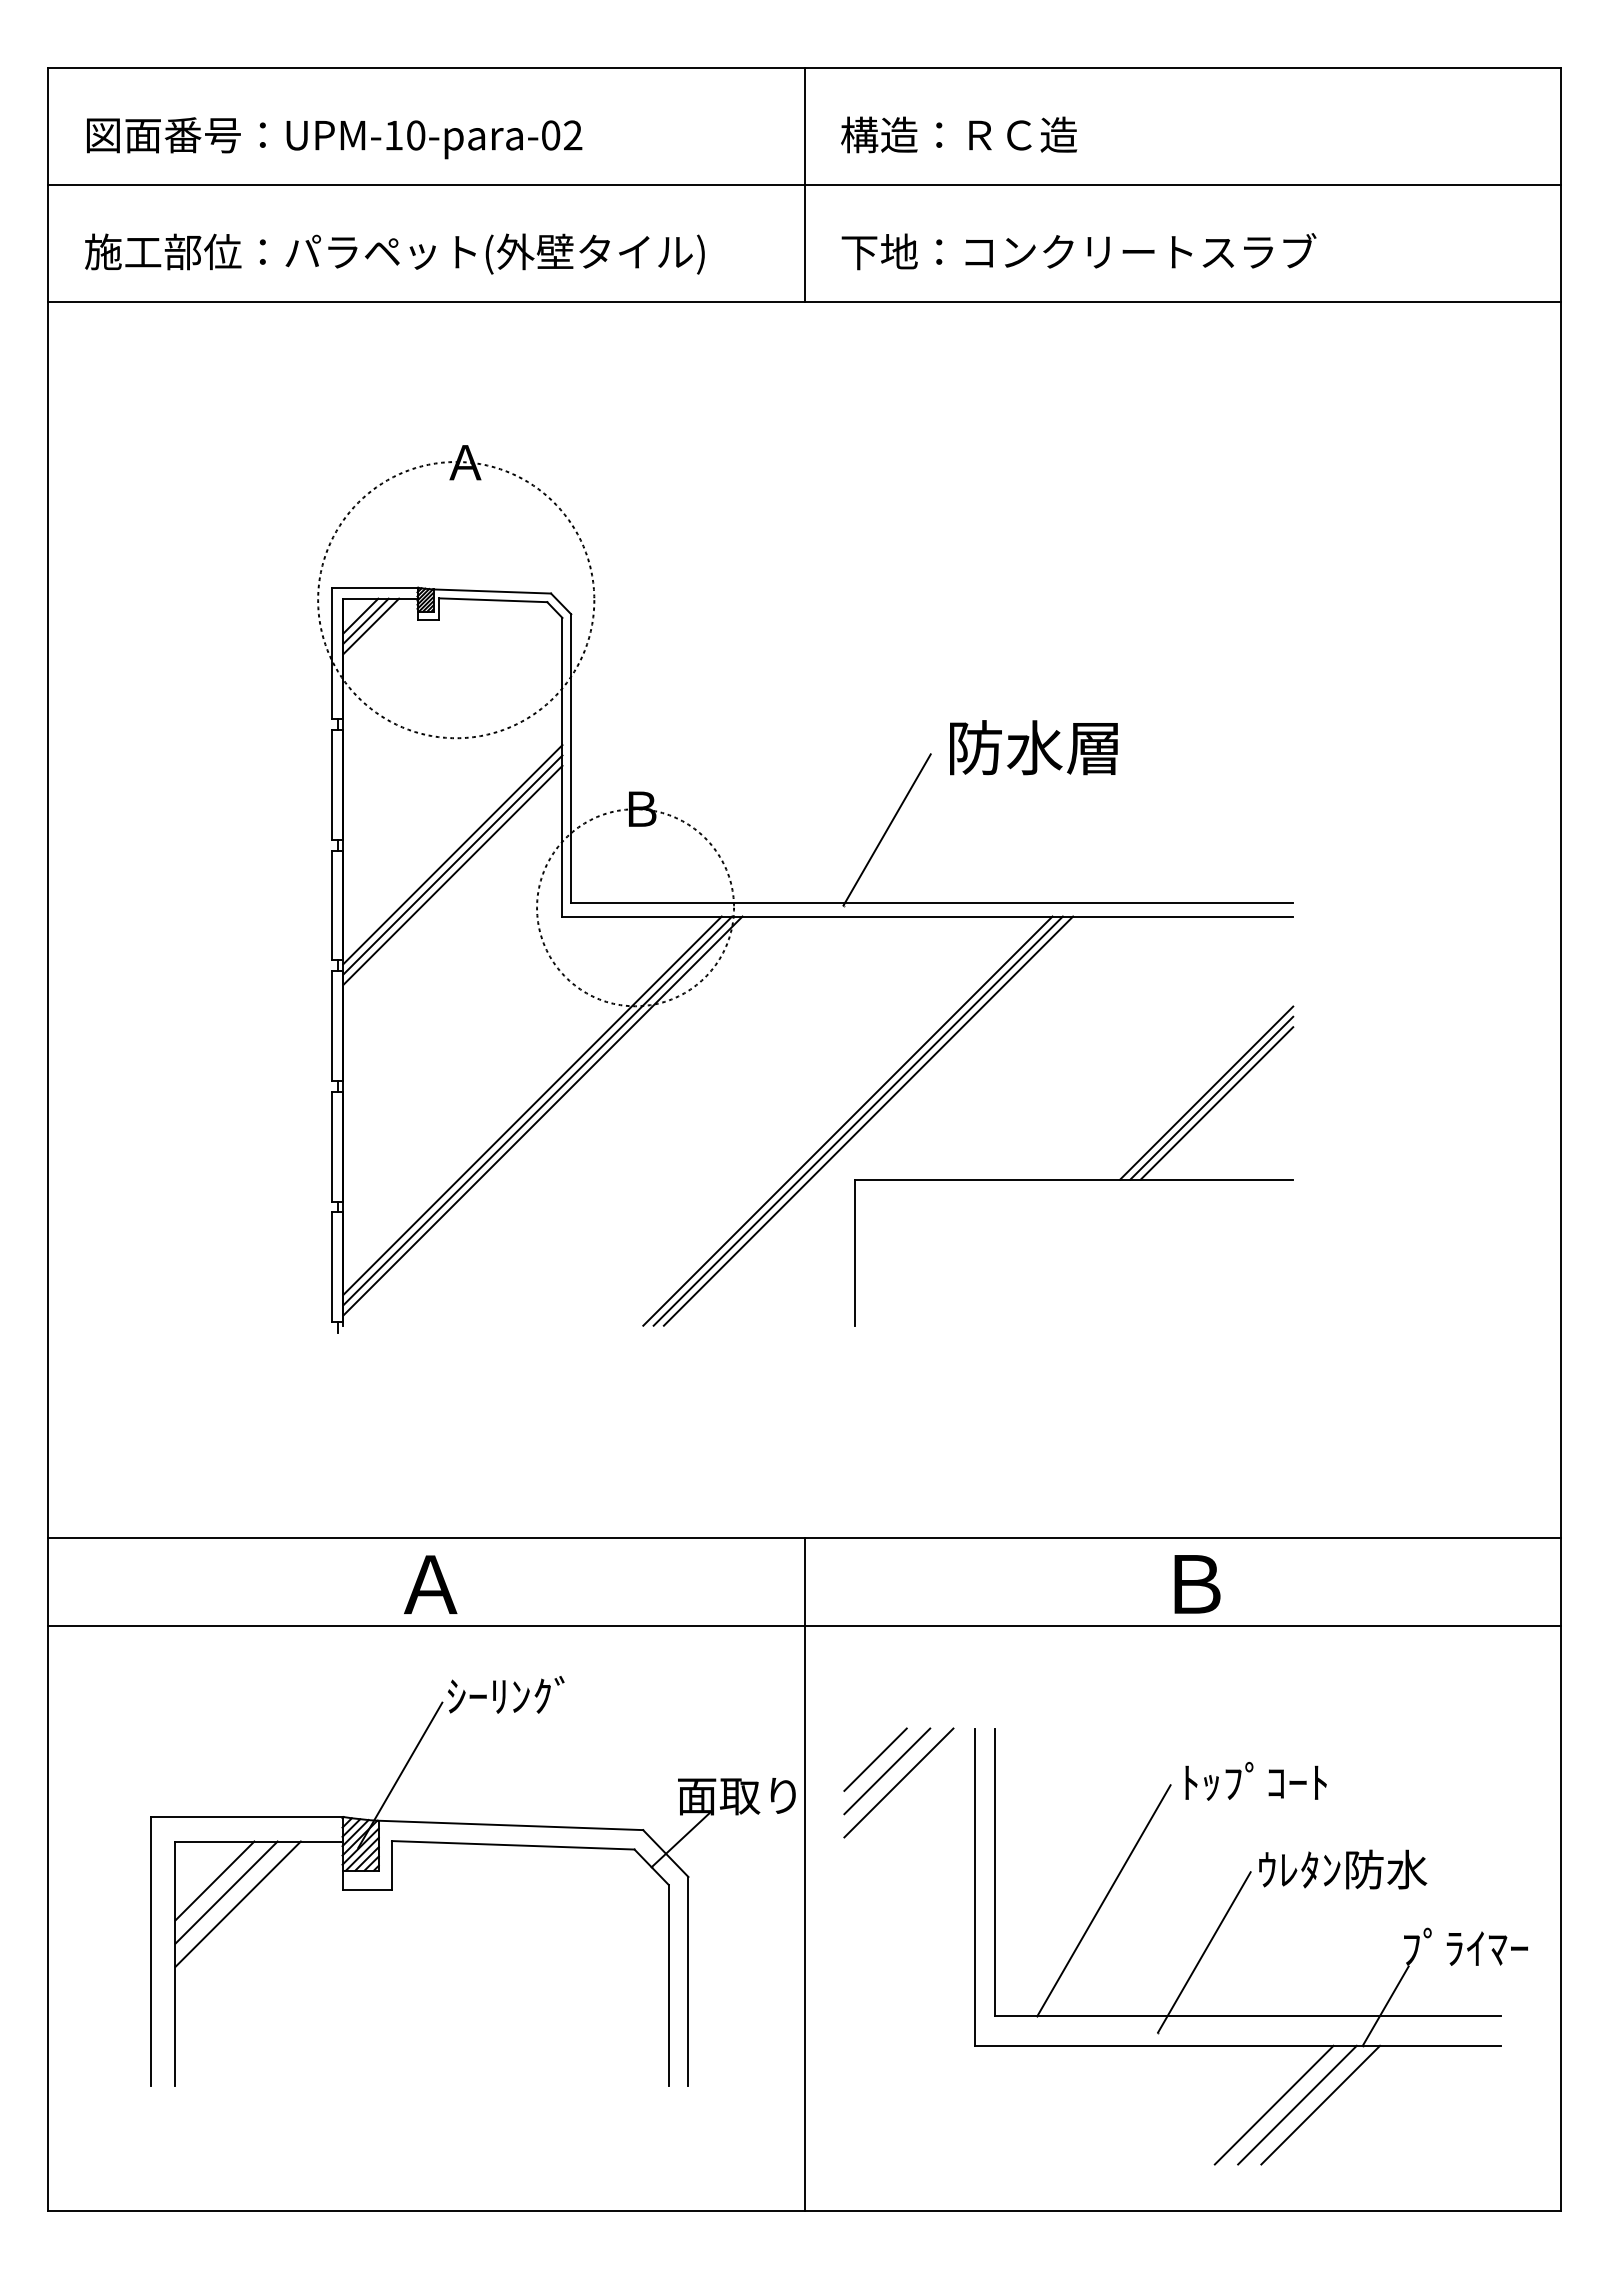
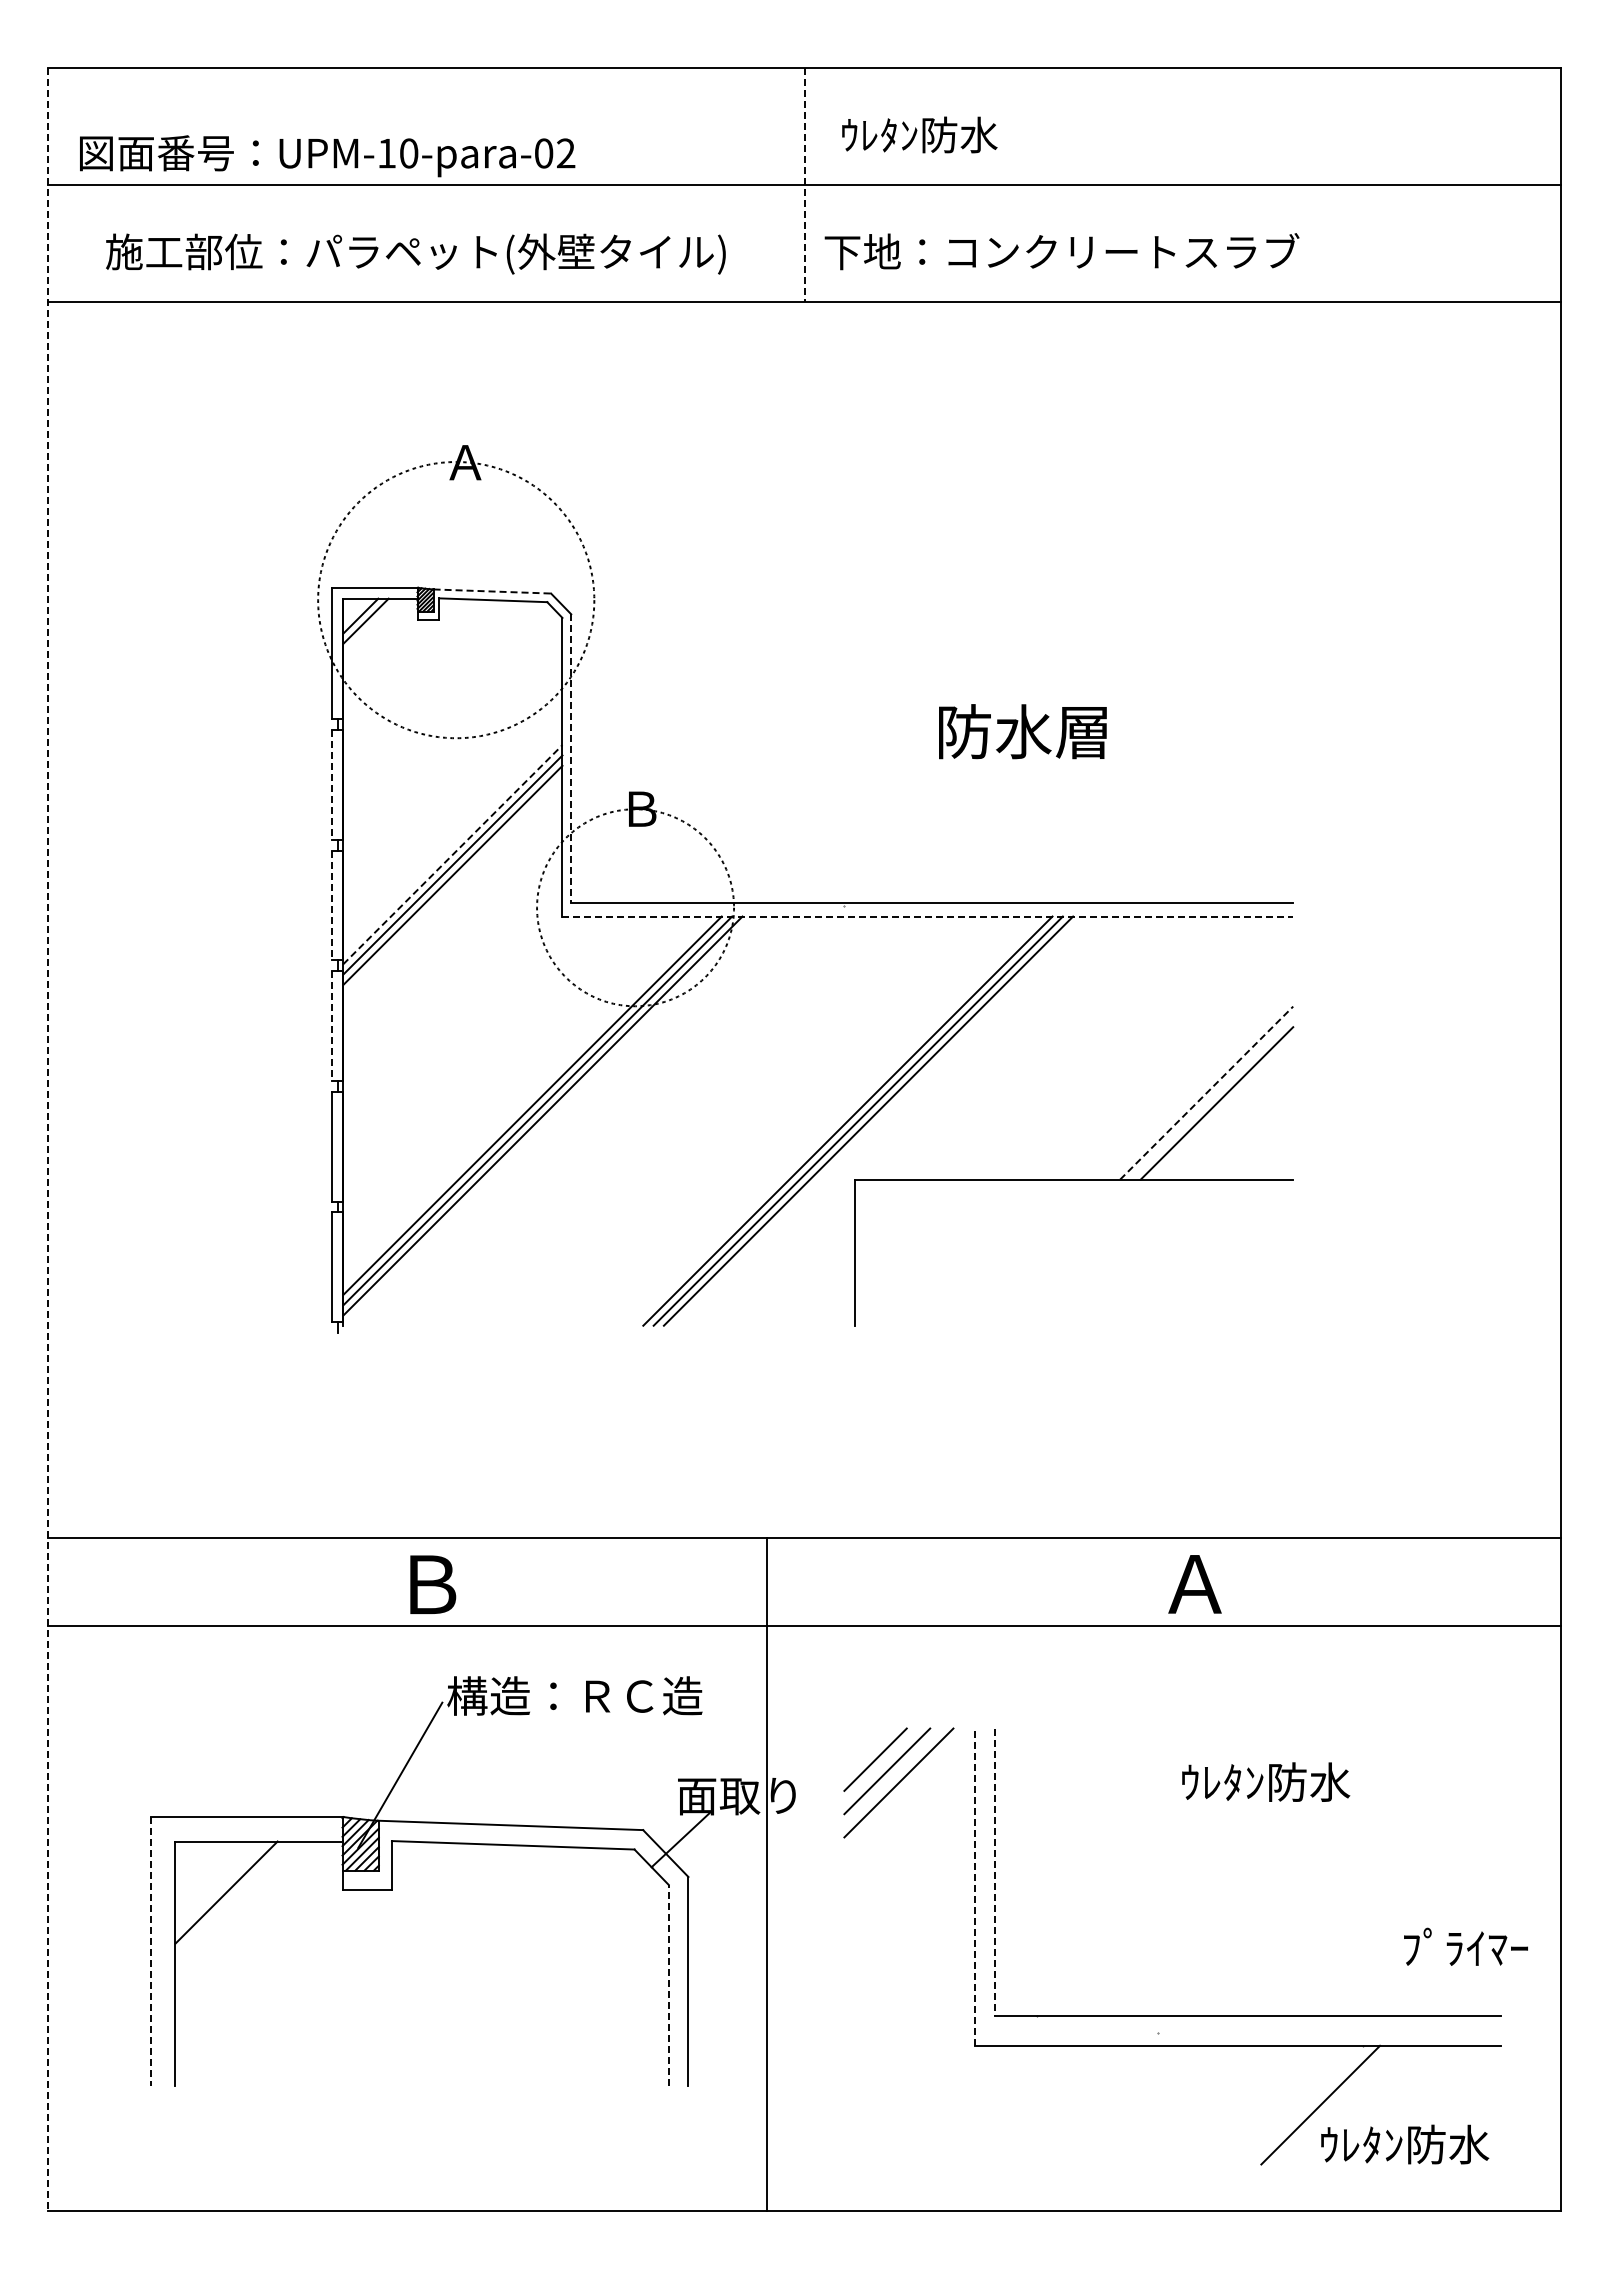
text at (959, 134): 構造：ＲＣ造 -> ｳﾚﾀﾝ防水
text at (334, 138) position: (334, 138) -> (327, 156)
line at (804, 185): solid -> dashed
text at (1078, 251) position: (1078, 251) -> (1061, 251)
text at (394, 253) position: (394, 253) -> (415, 253)
line at (492, 591): solid -> dashed
line at (371, 626): present -> none
text at (1033, 747) position: (1033, 747) -> (1022, 731)
line at (571, 758): solid -> dashed
line at (332, 785): solid -> dashed
line at (886, 829): present -> none
line at (453, 854): solid -> dashed
line at (332, 905): solid -> dashed
line at (928, 916): solid -> dashed
line at (332, 1026): solid -> dashed
line at (1207, 1092): solid -> dashed
line at (1211, 1097): present -> none
line at (48, 1139): solid -> dashed
text at (430, 1584): Ａ -> Ｂ
text at (1194, 1584): Ｂ -> Ａ
text at (574, 1695): ｼｰﾘﾝｸﾞ -> 構造：ＲＣ造
text at (1266, 1781): ﾄｯﾌﾟｺｰﾄ -> ｳﾚﾀﾝ防水
text at (1343, 1869) position: (1343, 1869) -> (1405, 2144)
line at (994, 1872): solid -> dashed
line at (804, 1874) position: (804, 1874) -> (766, 1874)
line at (214, 1880): present -> none
line at (975, 1887): solid -> dashed
line at (1103, 1900): present -> none
line at (237, 1903): present -> none
line at (150, 1951): solid -> dashed
line at (1204, 1952): present -> none
line at (668, 1985): solid -> dashed
line at (1385, 2005): present -> none
line at (1273, 2104): present -> none
line at (1297, 2104): present -> none
